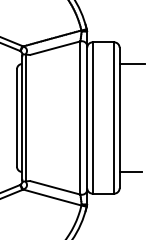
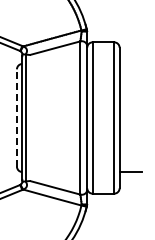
line at (132, 63): present -> none
line at (16, 118): solid -> dashed
